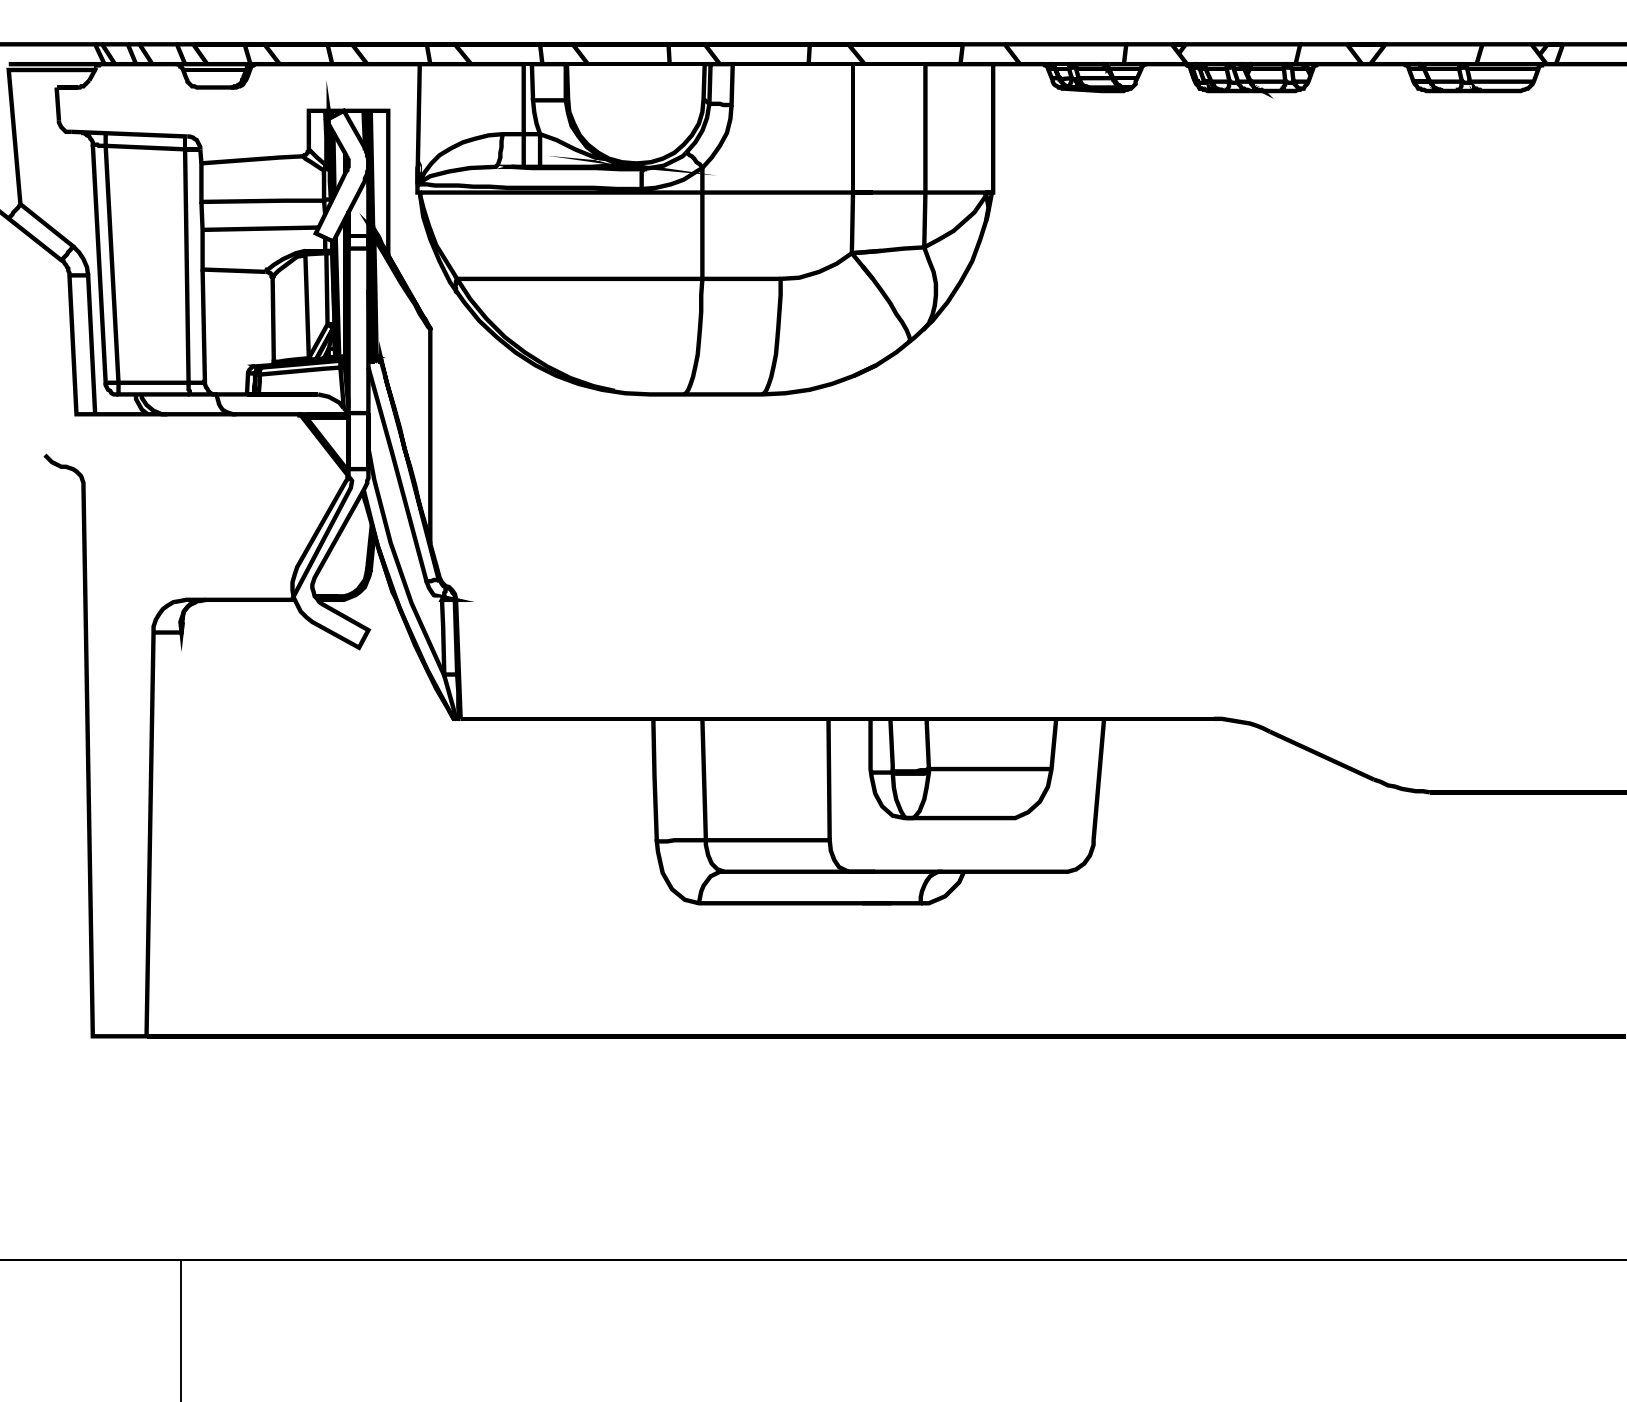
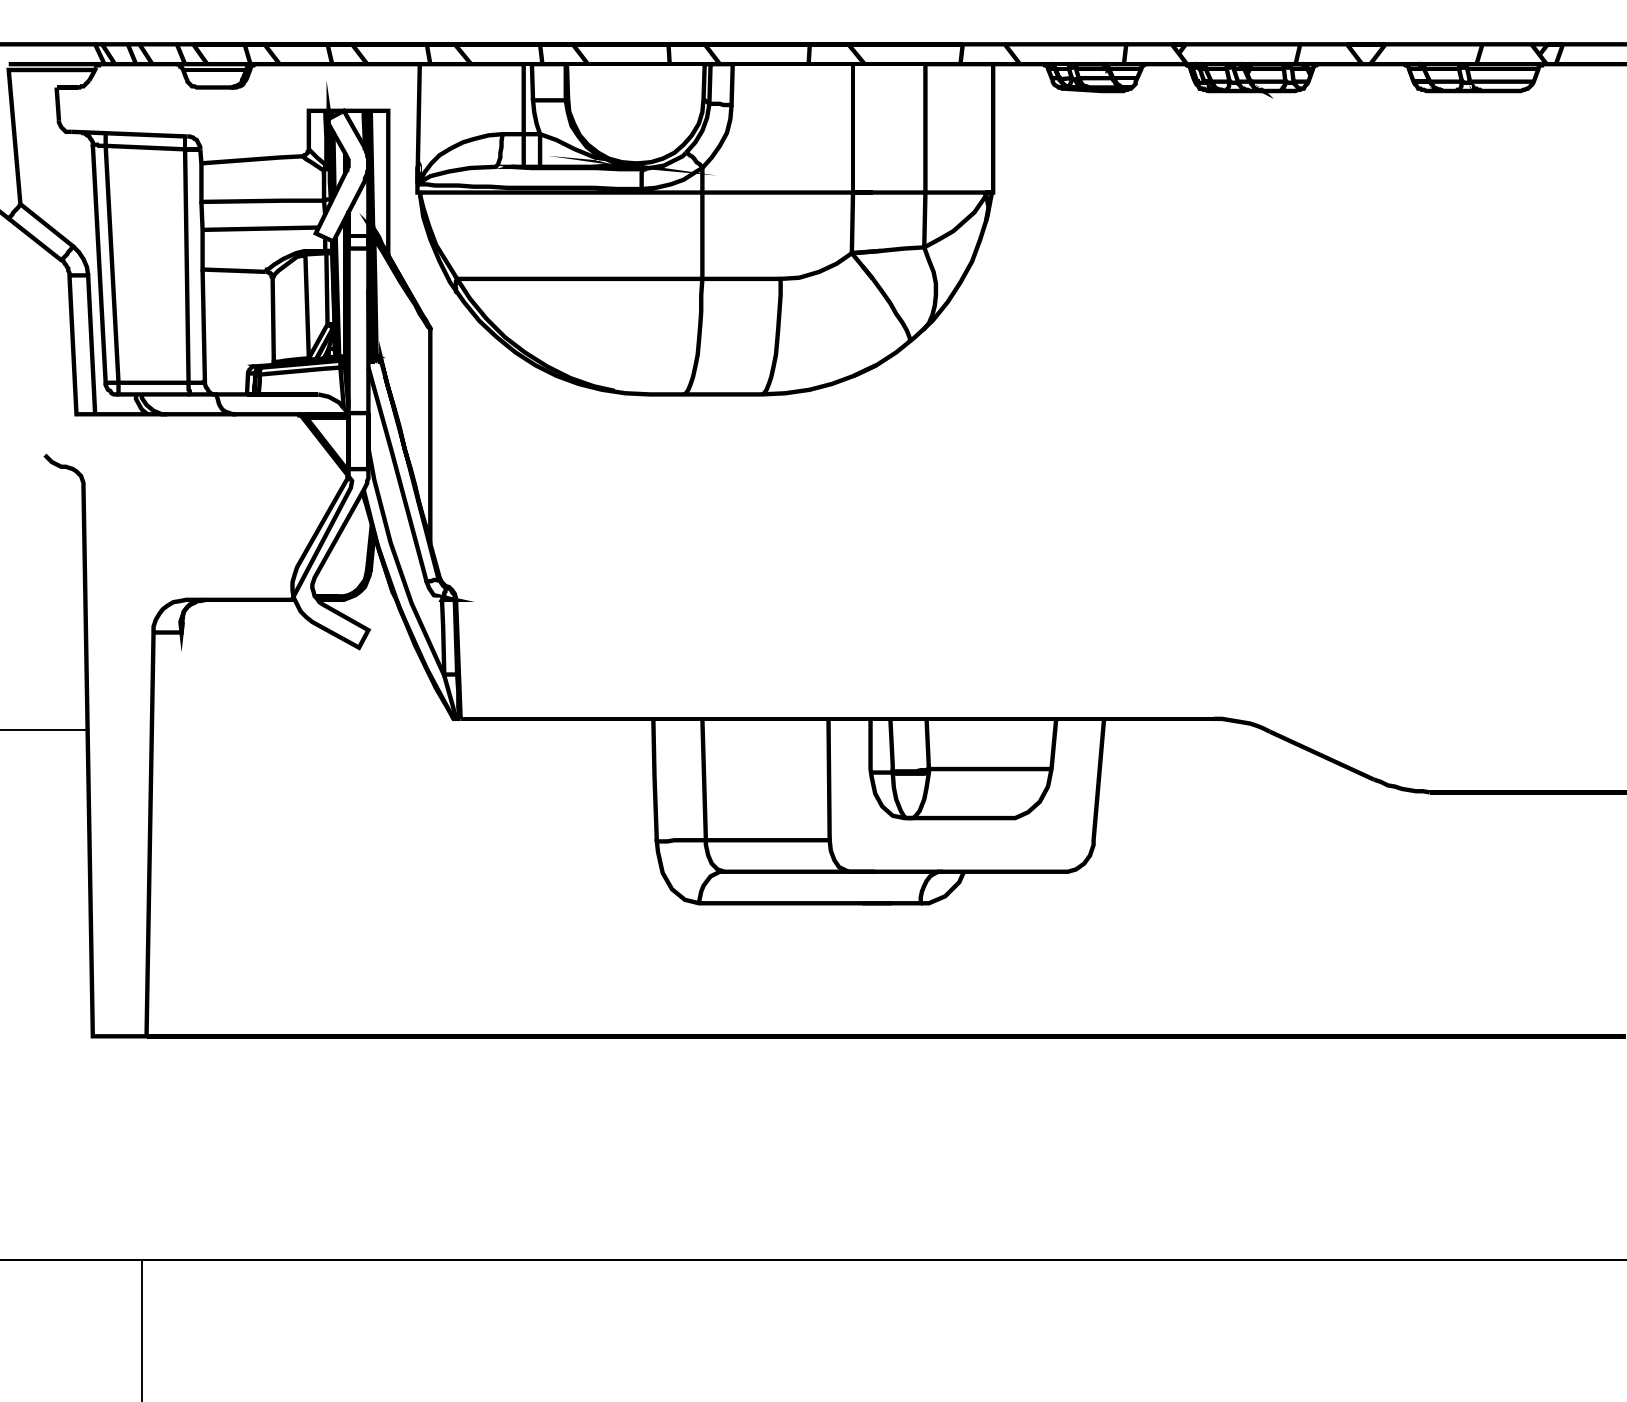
line at (44, 730): none -> present
line at (181, 1328) position: (181, 1328) -> (142, 1328)
